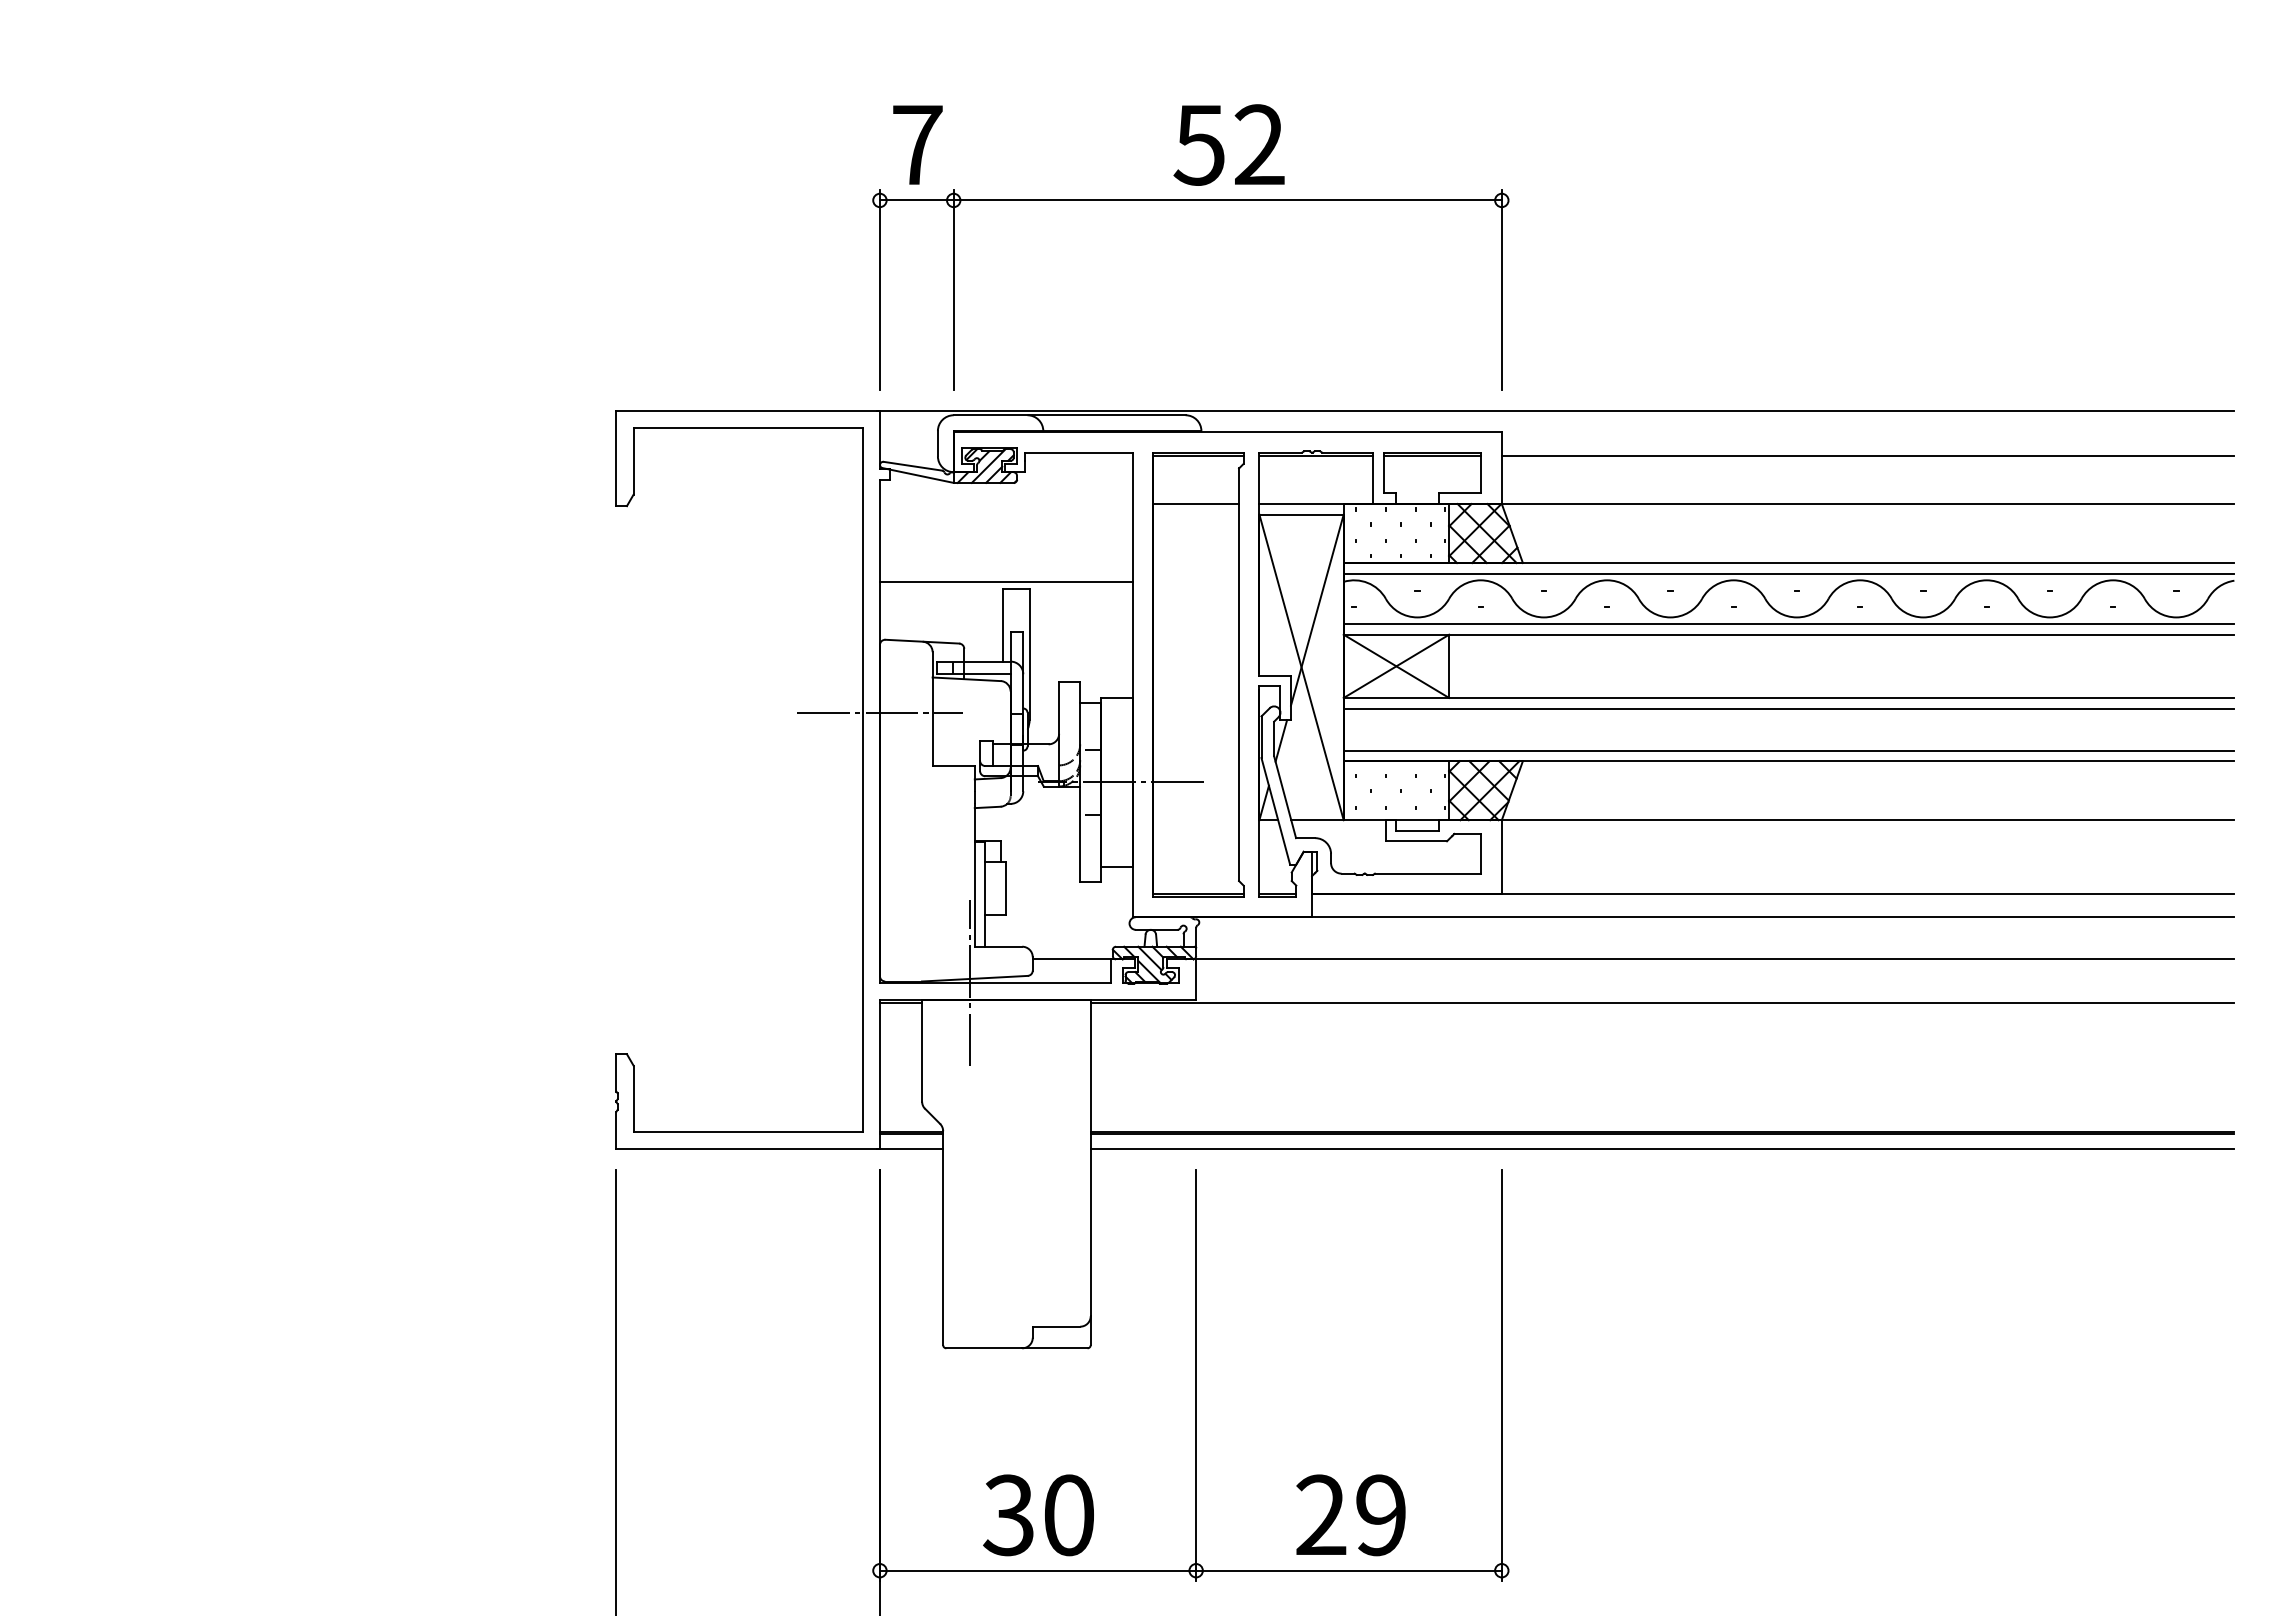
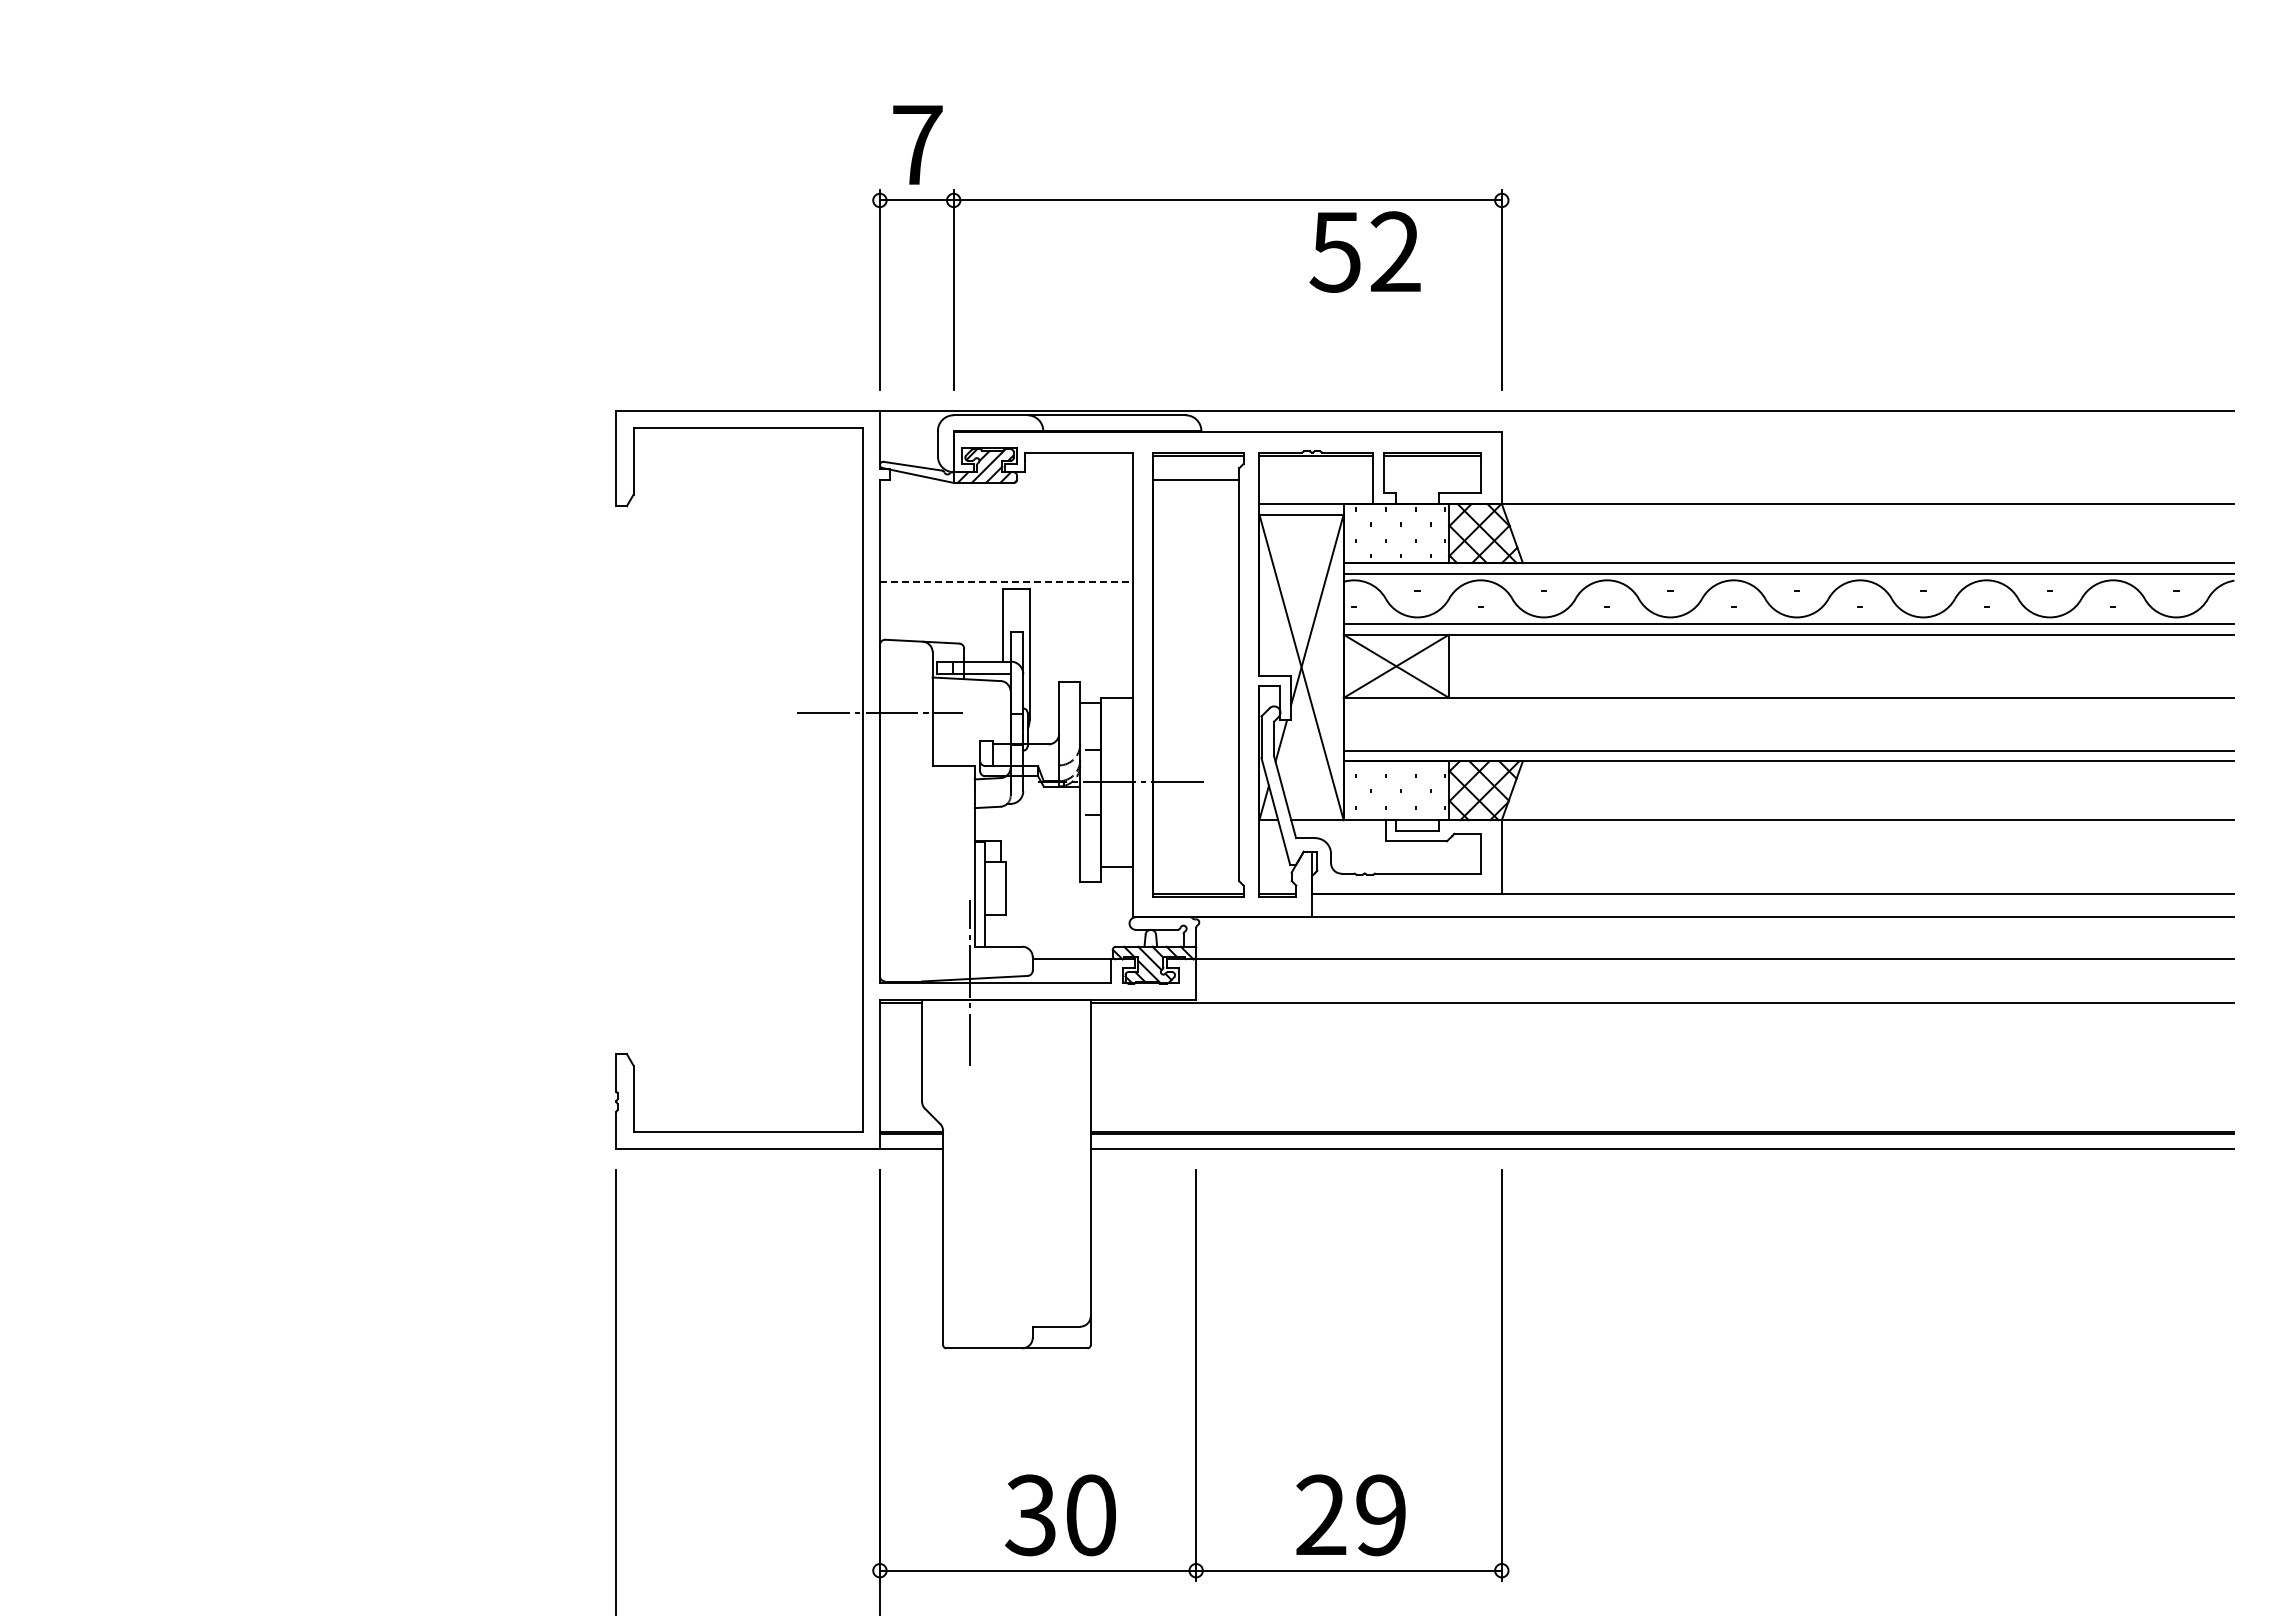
text at (1228, 144) position: (1228, 144) -> (1364, 251)
line at (1867, 455): present -> none
line at (1196, 504) position: (1196, 504) -> (1196, 480)
line at (1006, 582): solid -> dashed
line at (1788, 708): present -> none
text at (1038, 1515) position: (1038, 1515) -> (1060, 1515)
